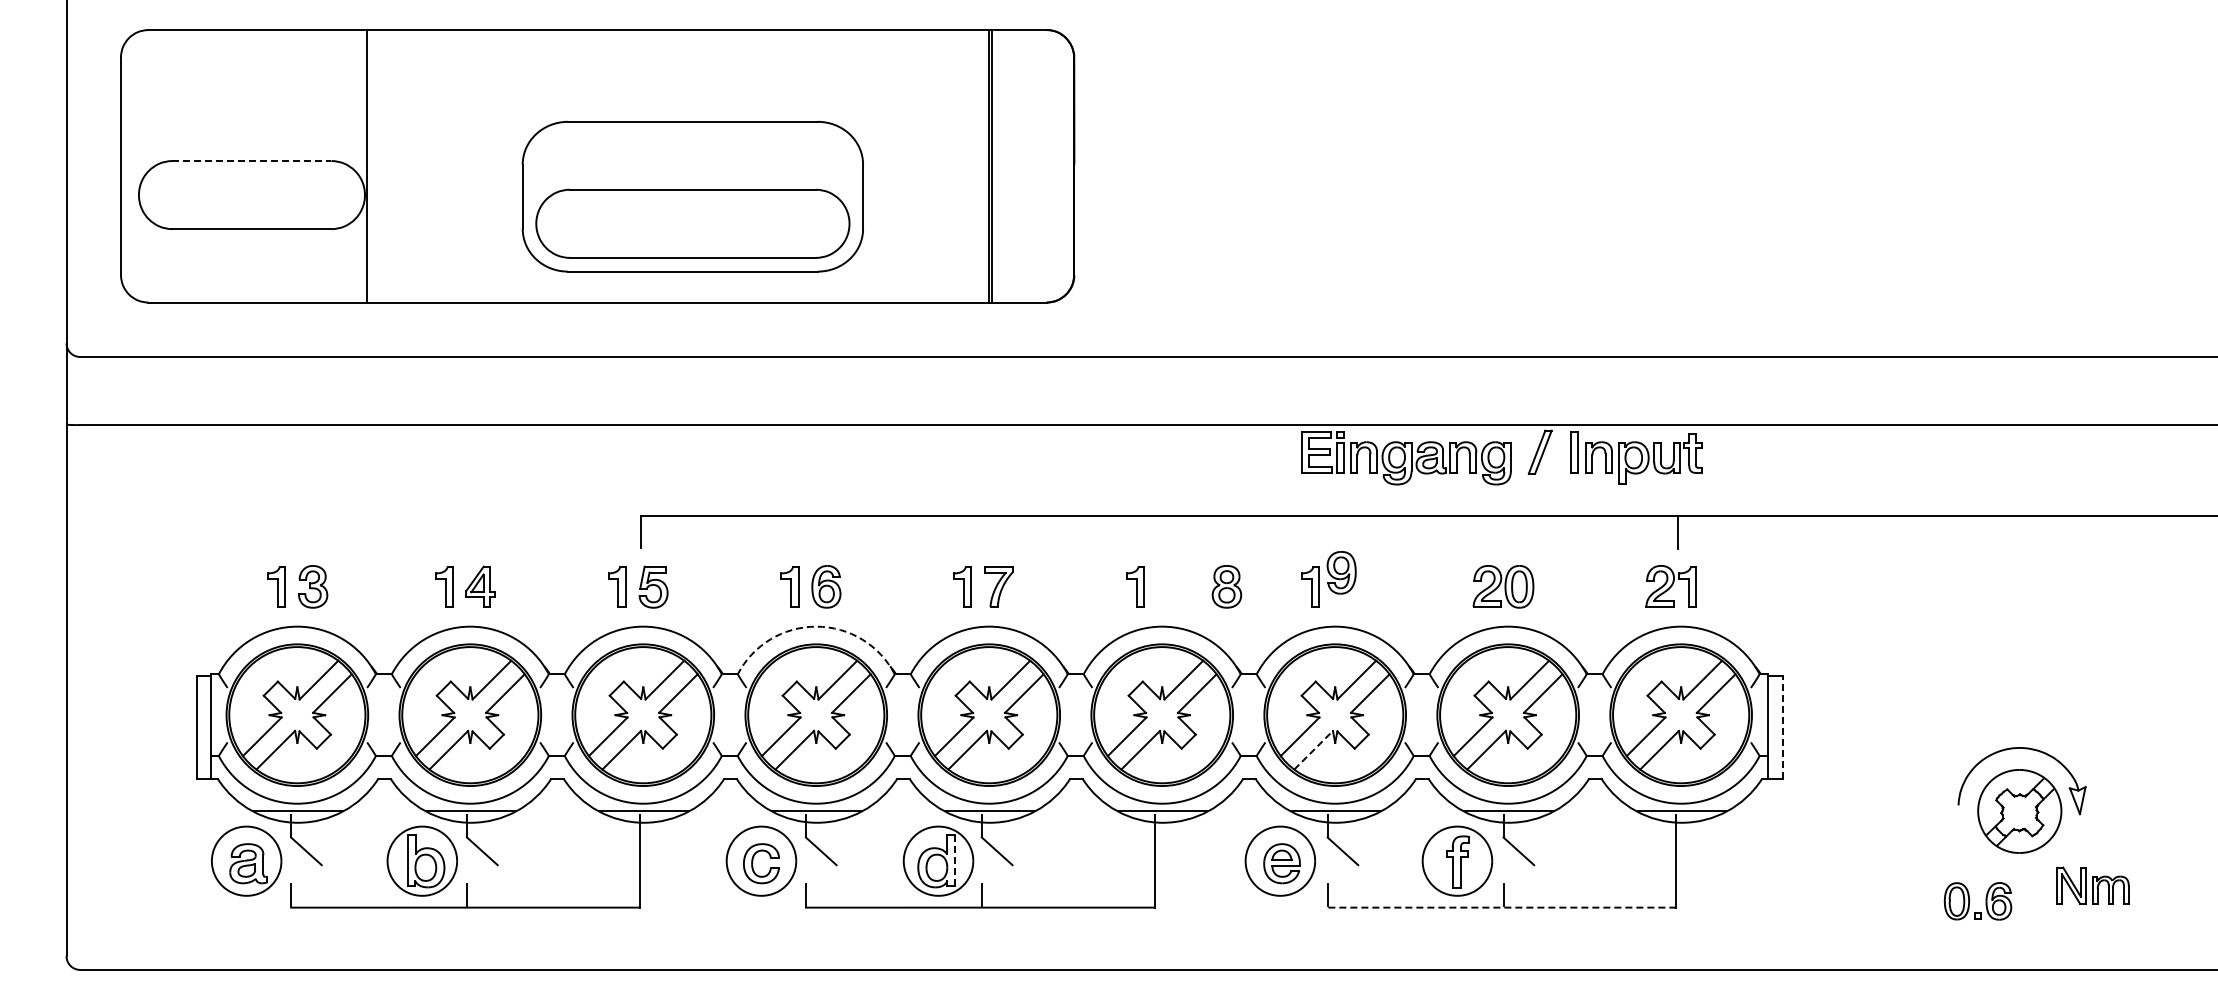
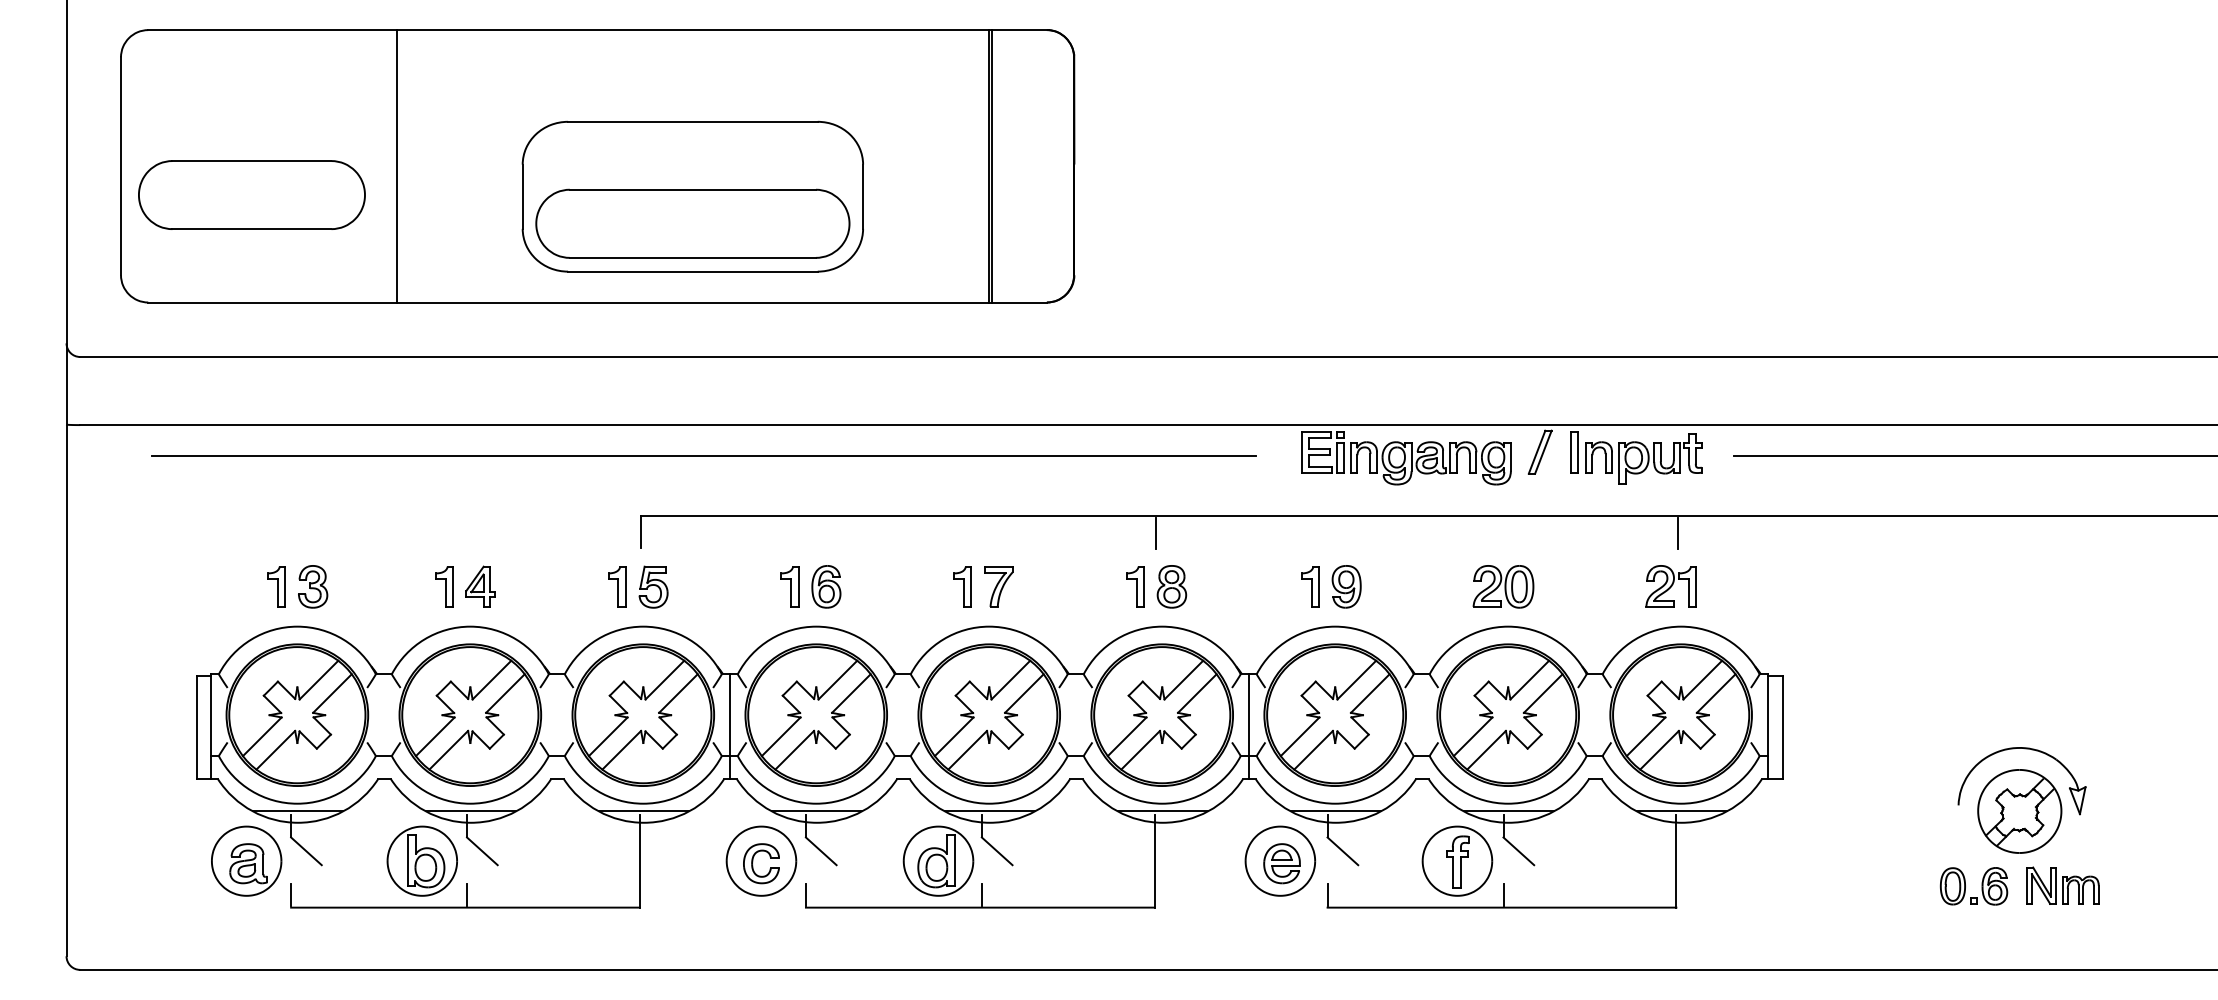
line at (252, 161): dashed -> solid
line at (366, 166) position: (366, 166) -> (396, 166)
line at (703, 456): none -> present
line at (1974, 456): none -> present
line at (1156, 533): none -> present
part at (1341, 572) position: (1341, 572) -> (1346, 586)
part at (1226, 586) position: (1226, 586) -> (1171, 586)
arc at (816, 626): dashed -> solid
line at (729, 726): none -> present
line at (1248, 726): none -> present
line at (1783, 727): dashed -> solid
line at (1313, 749): dashed -> solid
line at (955, 860): dashed -> solid
part at (2092, 885) position: (2092, 885) -> (2062, 885)
part at (1969, 901) position: (1969, 901) -> (1965, 886)
line at (1501, 907): dashed -> solid
